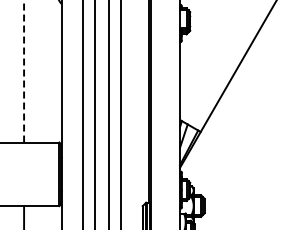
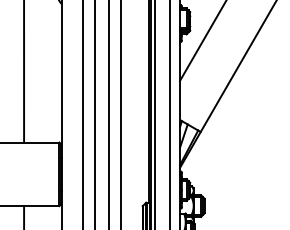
line at (202, 41): none -> present
line at (24, 71): dashed -> solid
line at (154, 114): none -> present
line at (170, 114): none -> present
